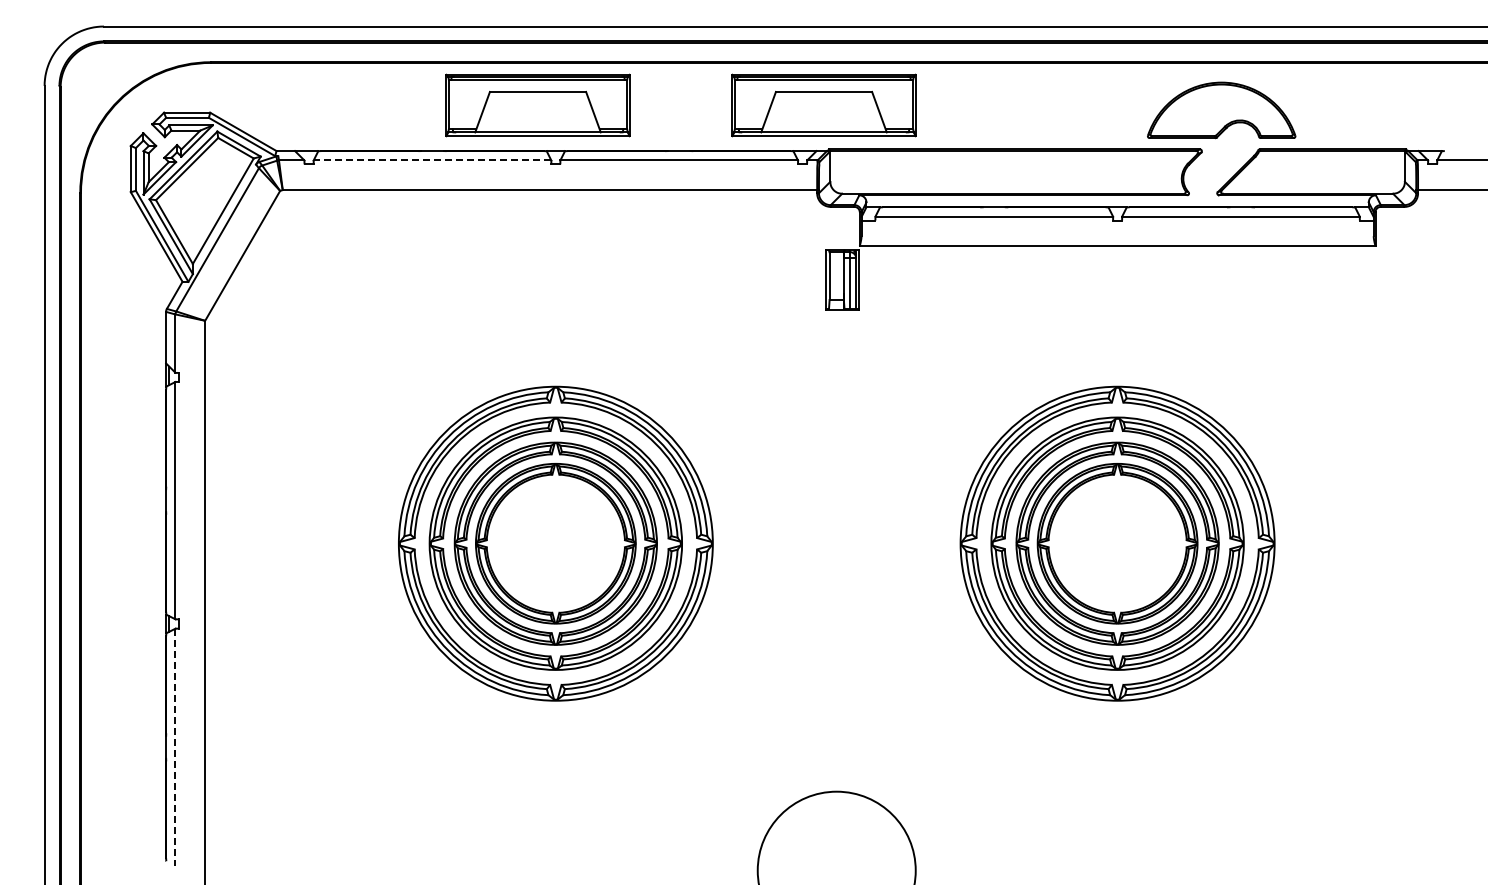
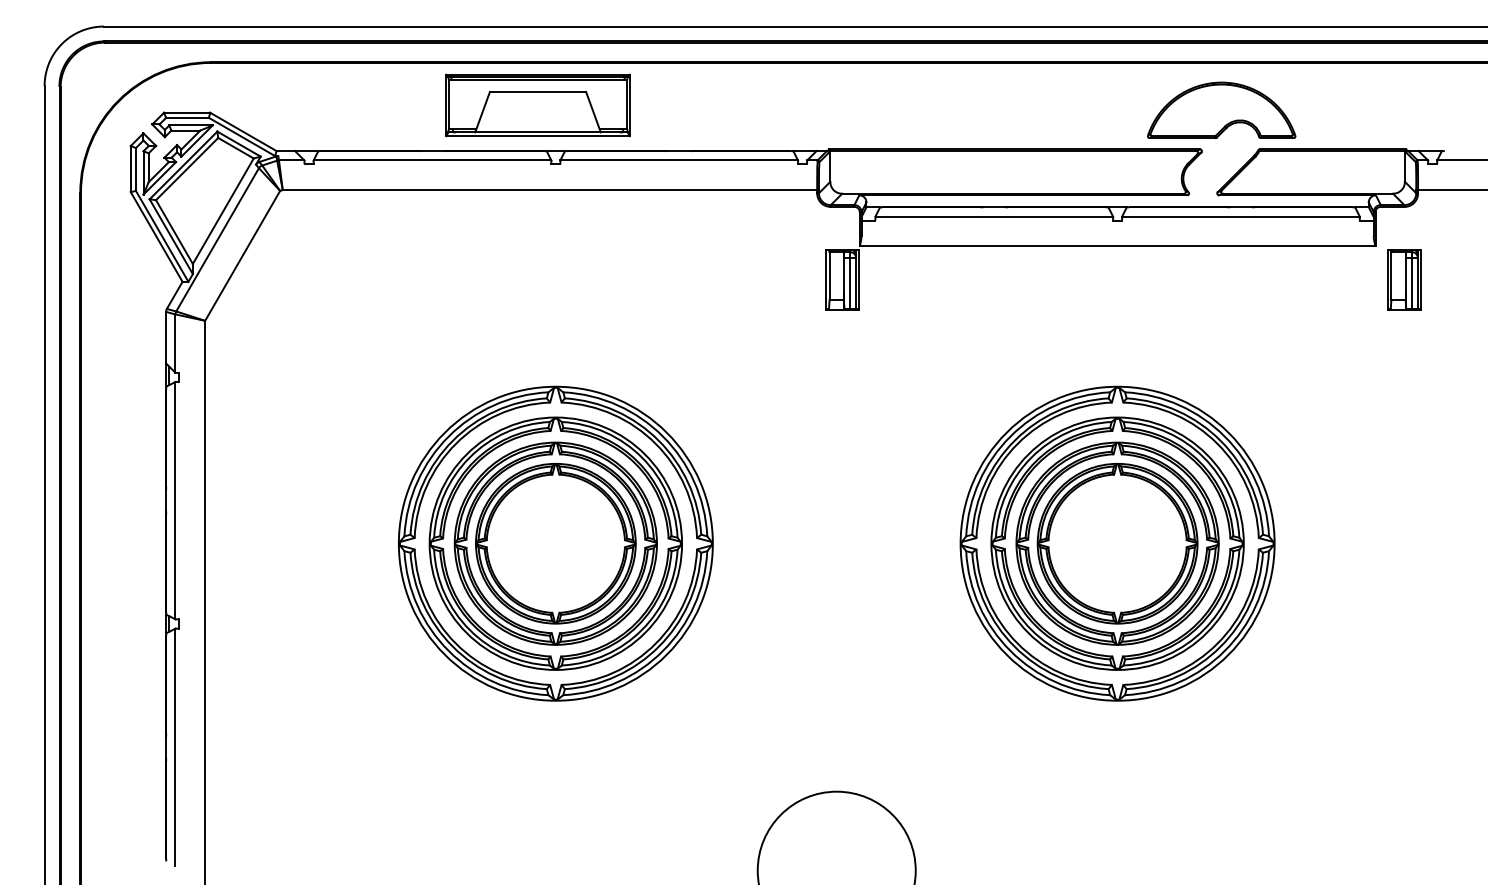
part at (823, 105): present -> none
line at (432, 160): dashed -> solid
part at (1404, 279): none -> present
line at (175, 747): dashed -> solid
